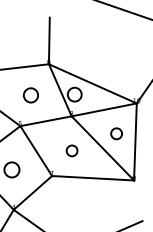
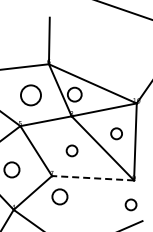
circle at (30, 95) size: 16x17 px -> 22x23 px
line at (92, 178): solid -> dashed
circle at (59, 196): none -> present
circle at (130, 204): none -> present
